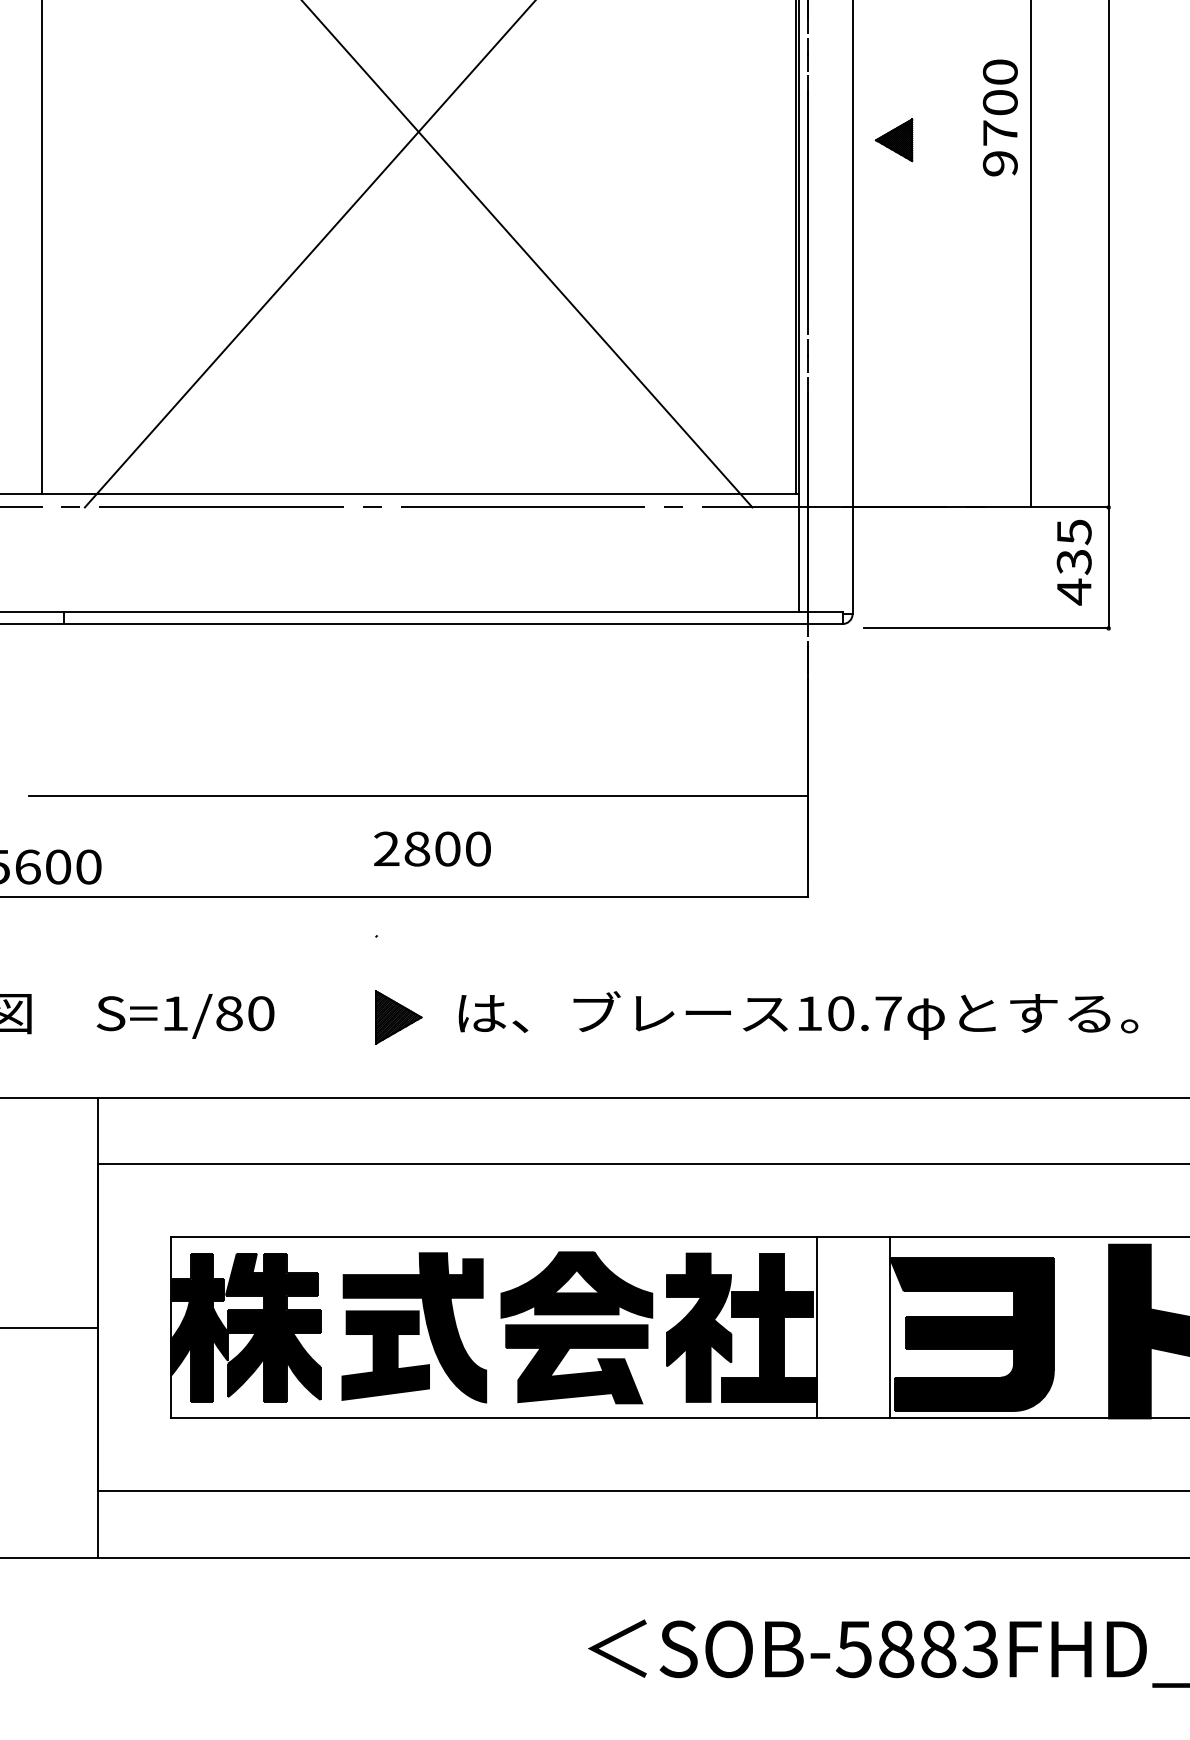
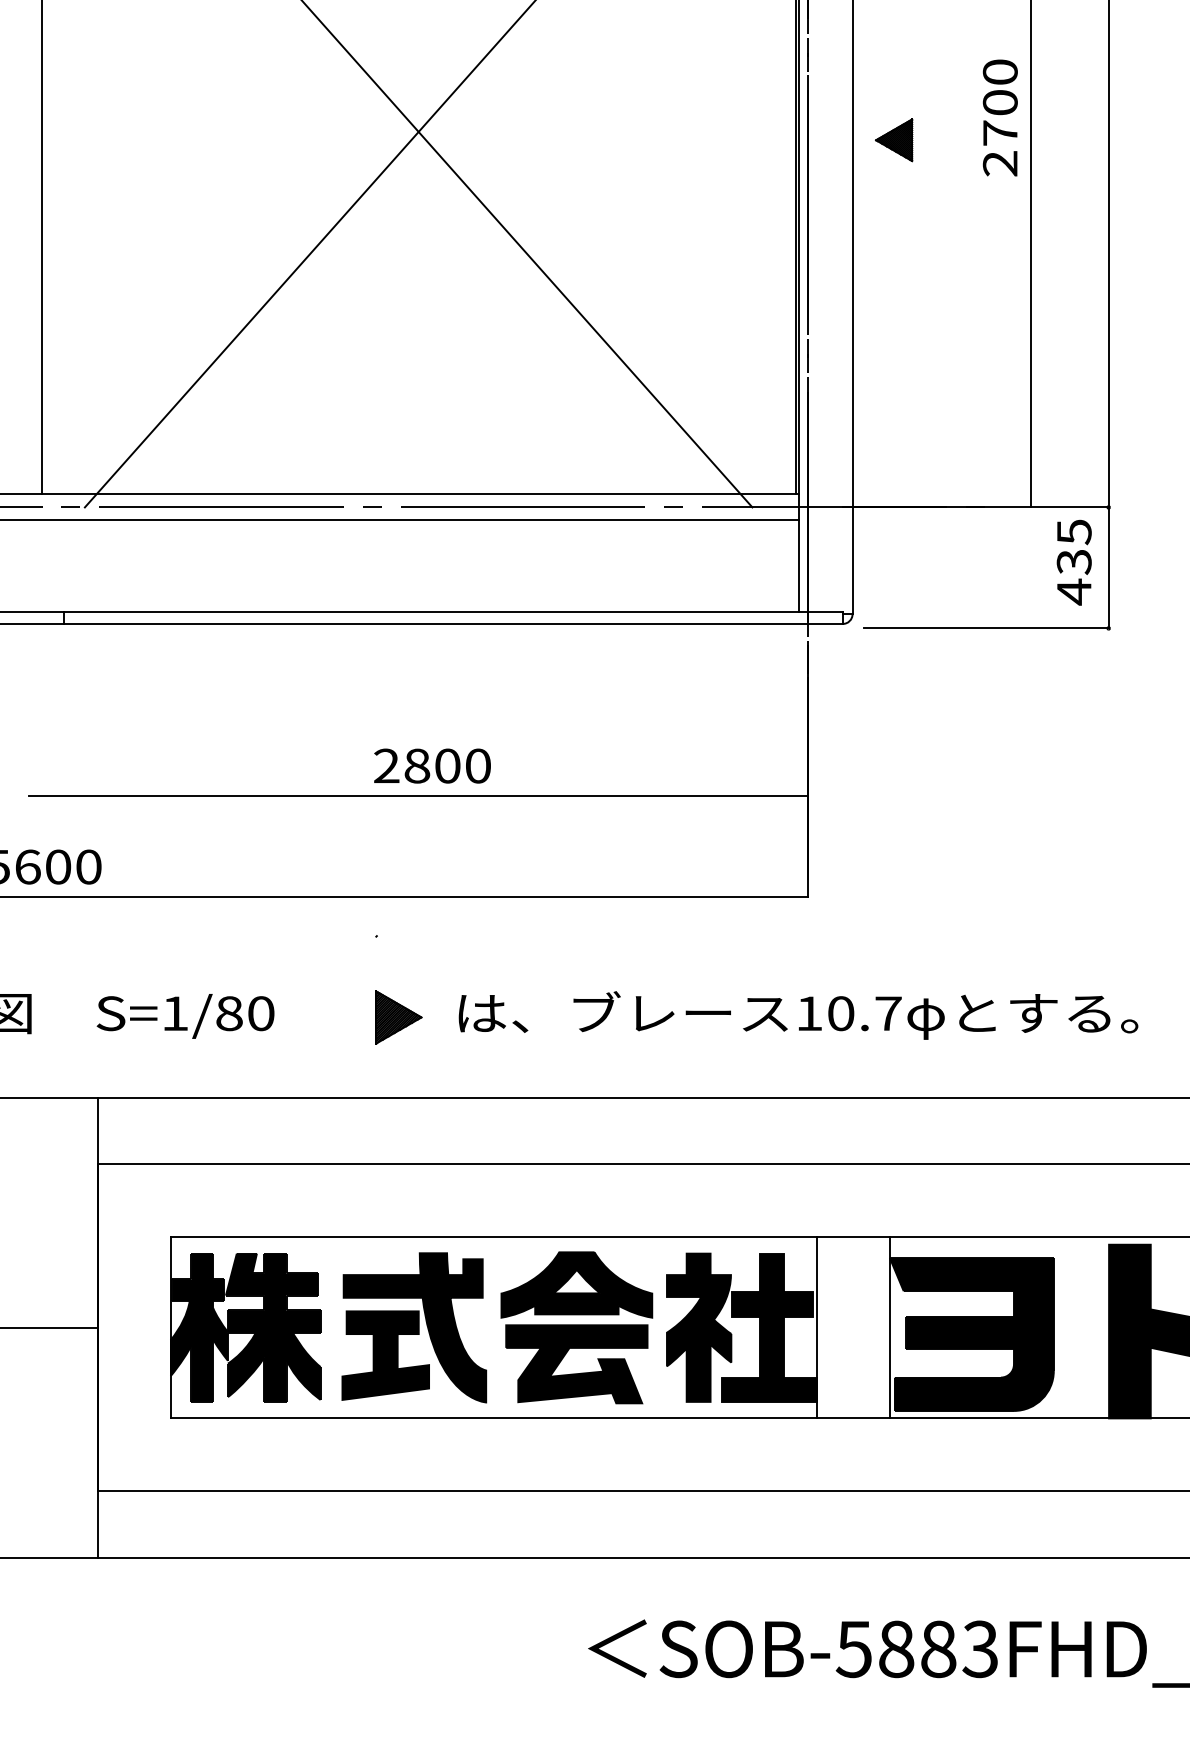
text at (1000, 163): 9700 -> 2700
line at (400, 519): none -> present
text at (432, 848) position: (432, 848) -> (432, 765)
